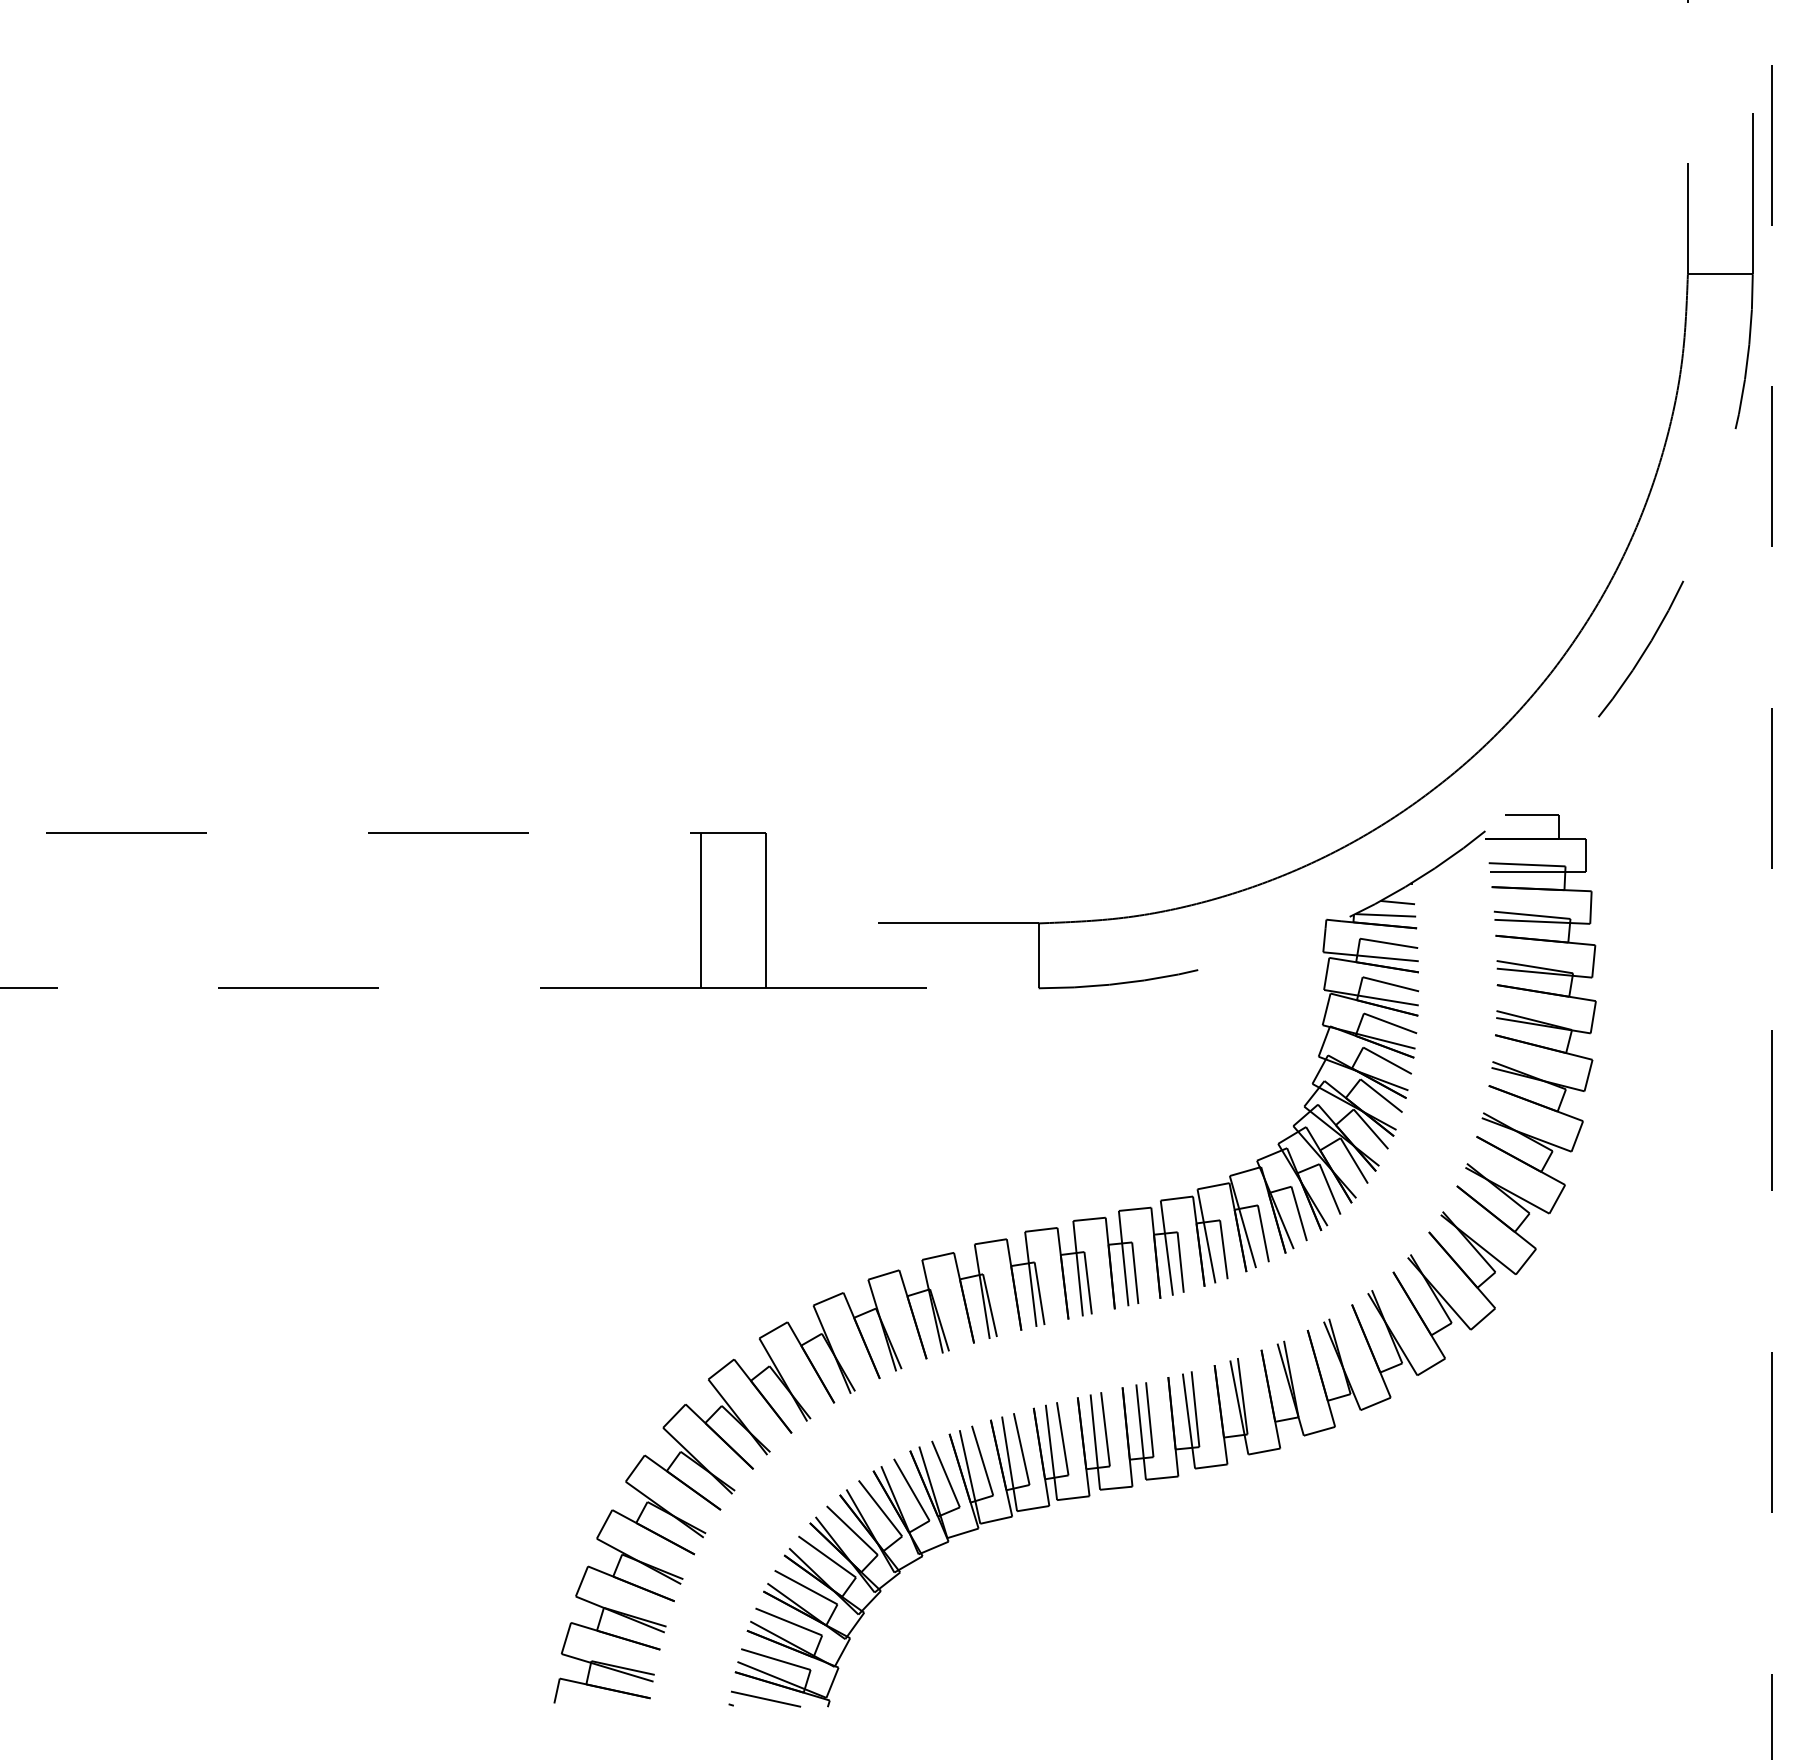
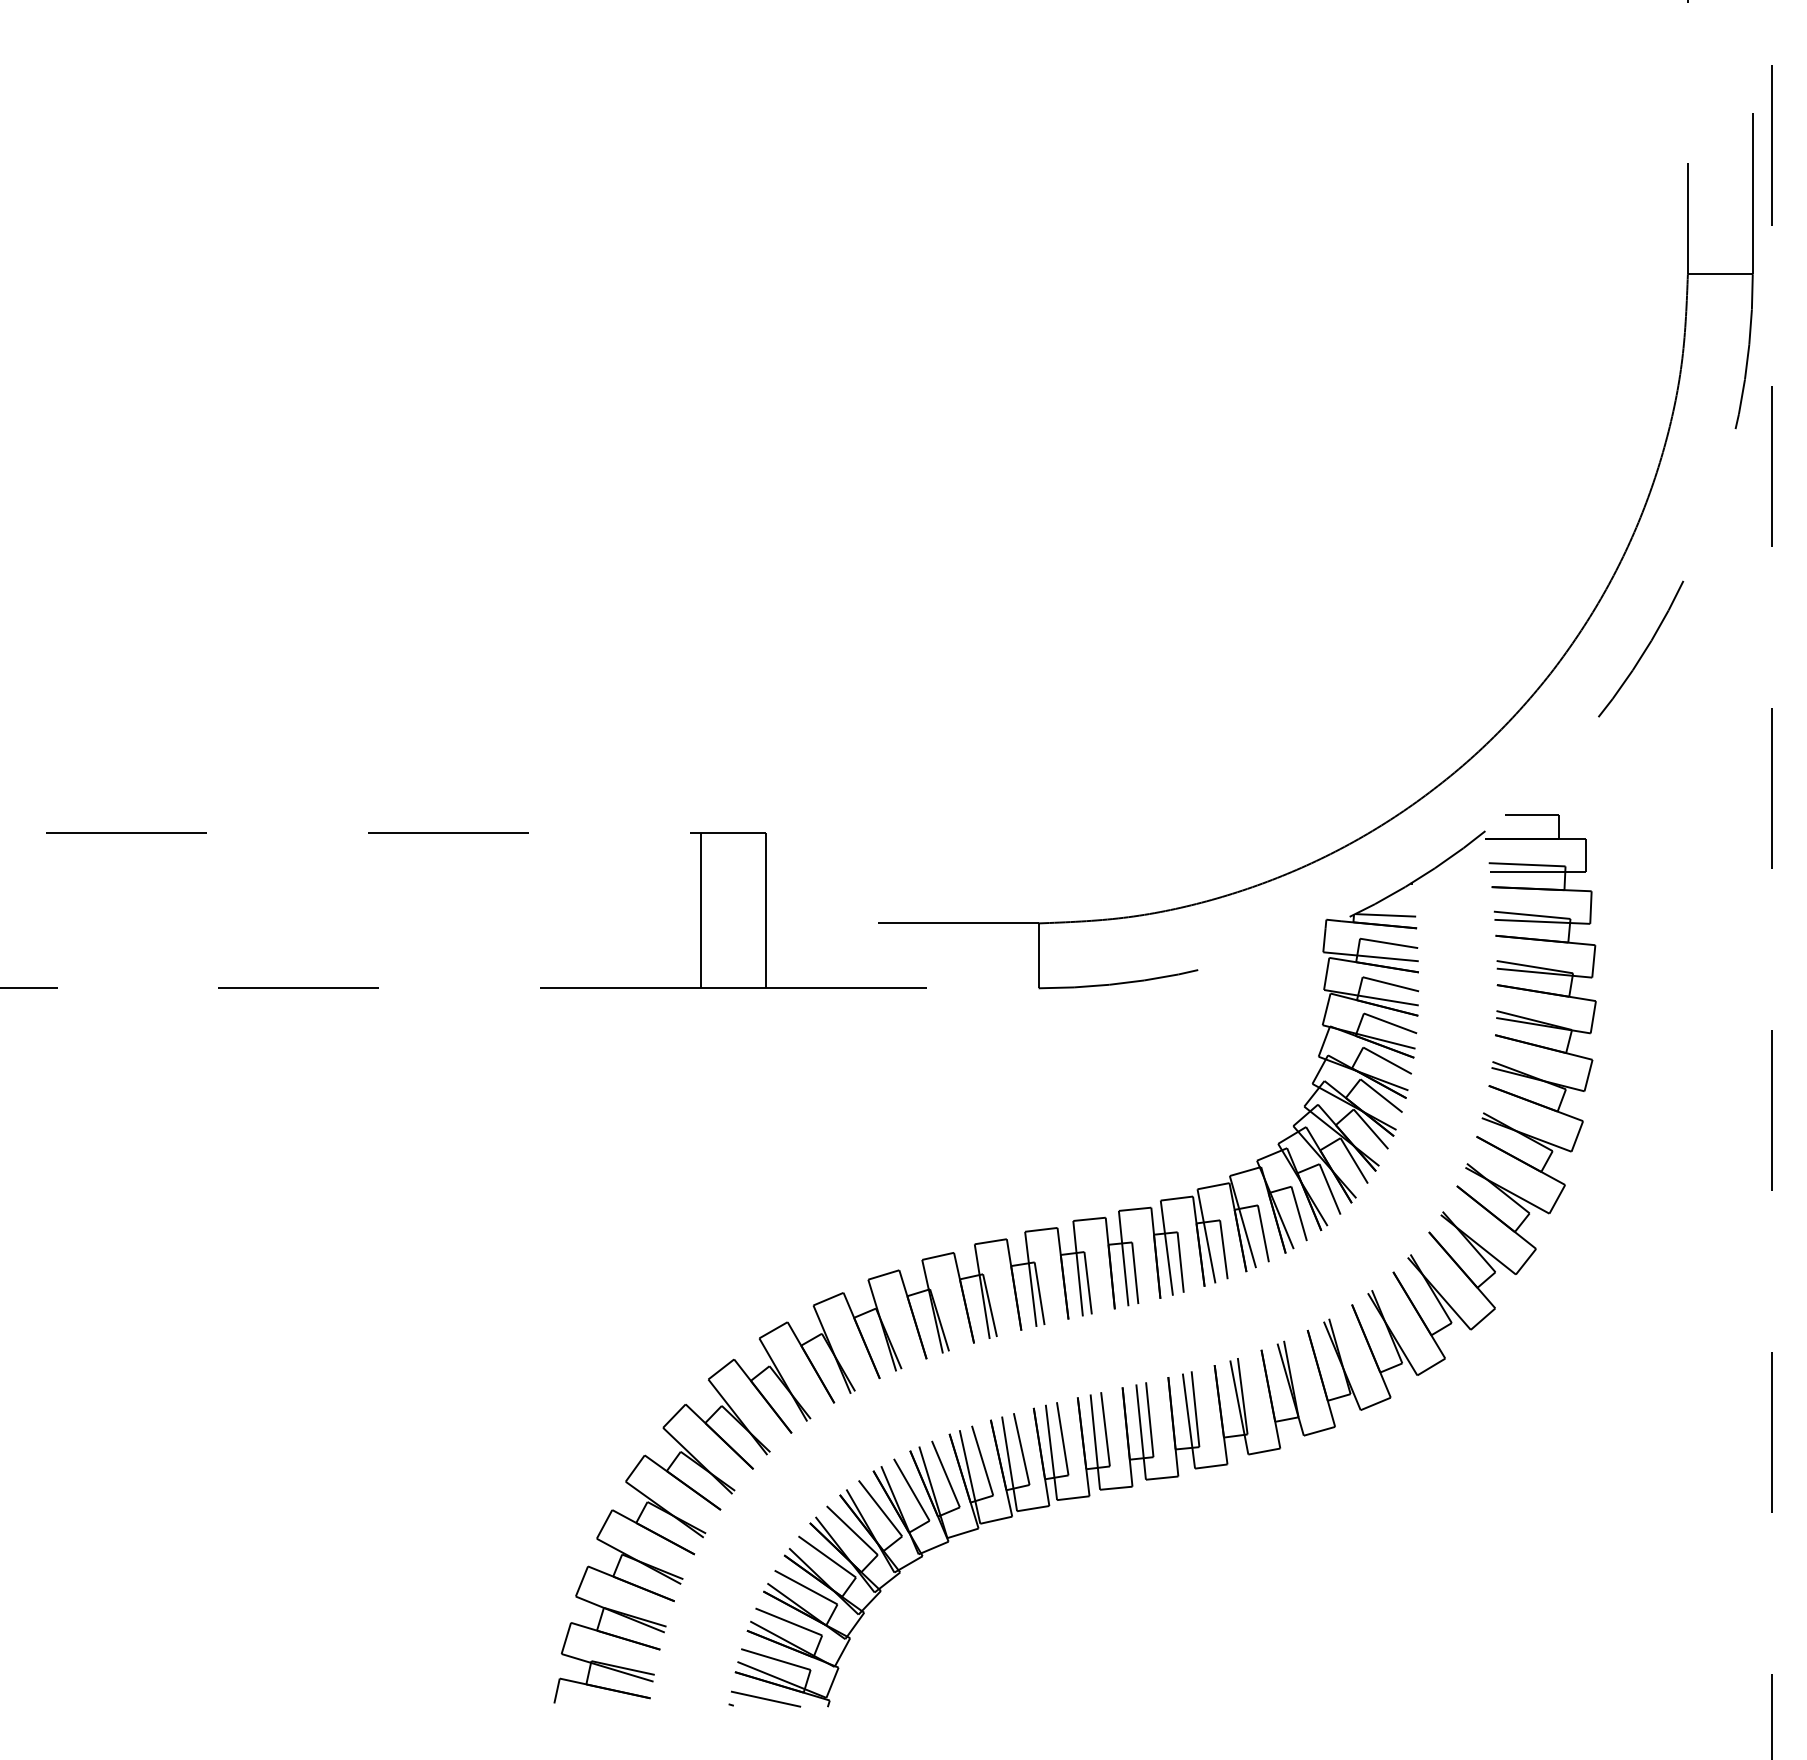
line at (1397, 902): present -> none
